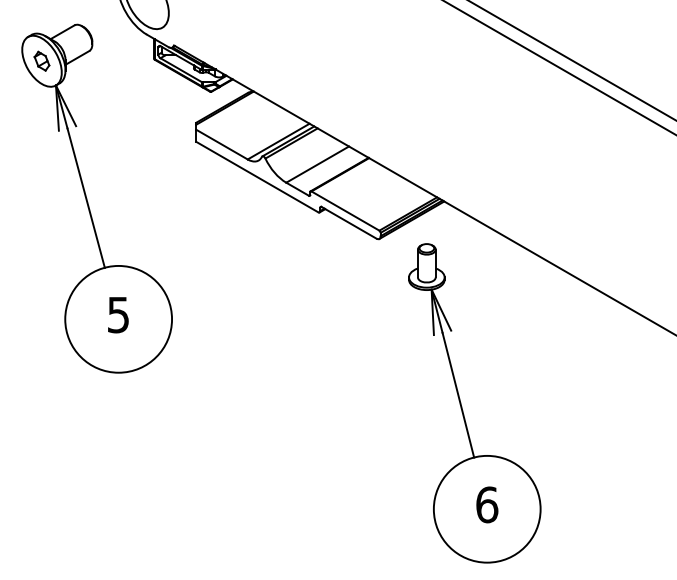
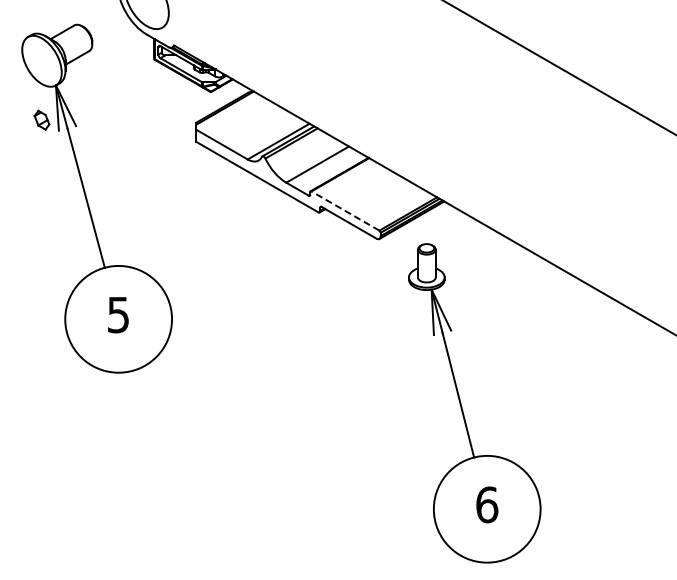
part at (41, 60) position: (41, 60) -> (41, 119)
line at (571, 60): present -> none
line at (345, 210): solid -> dashed
